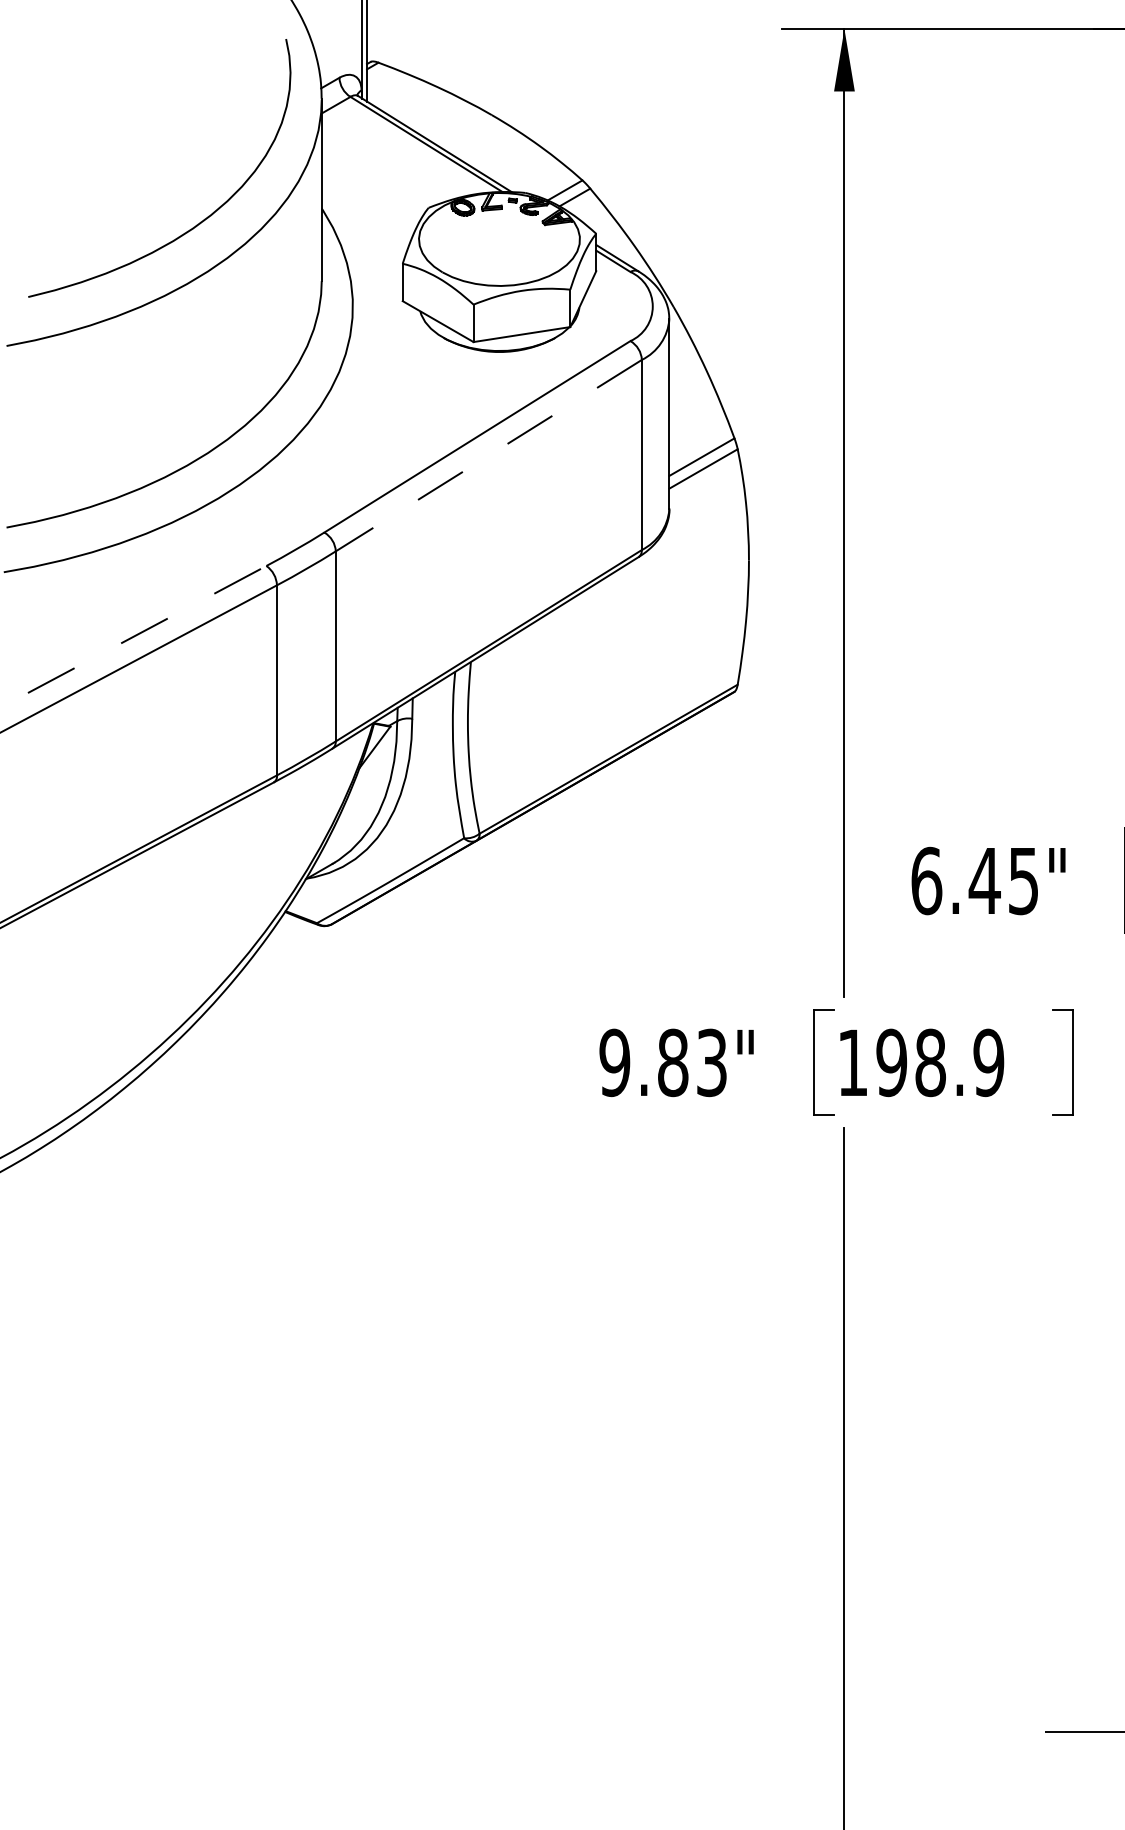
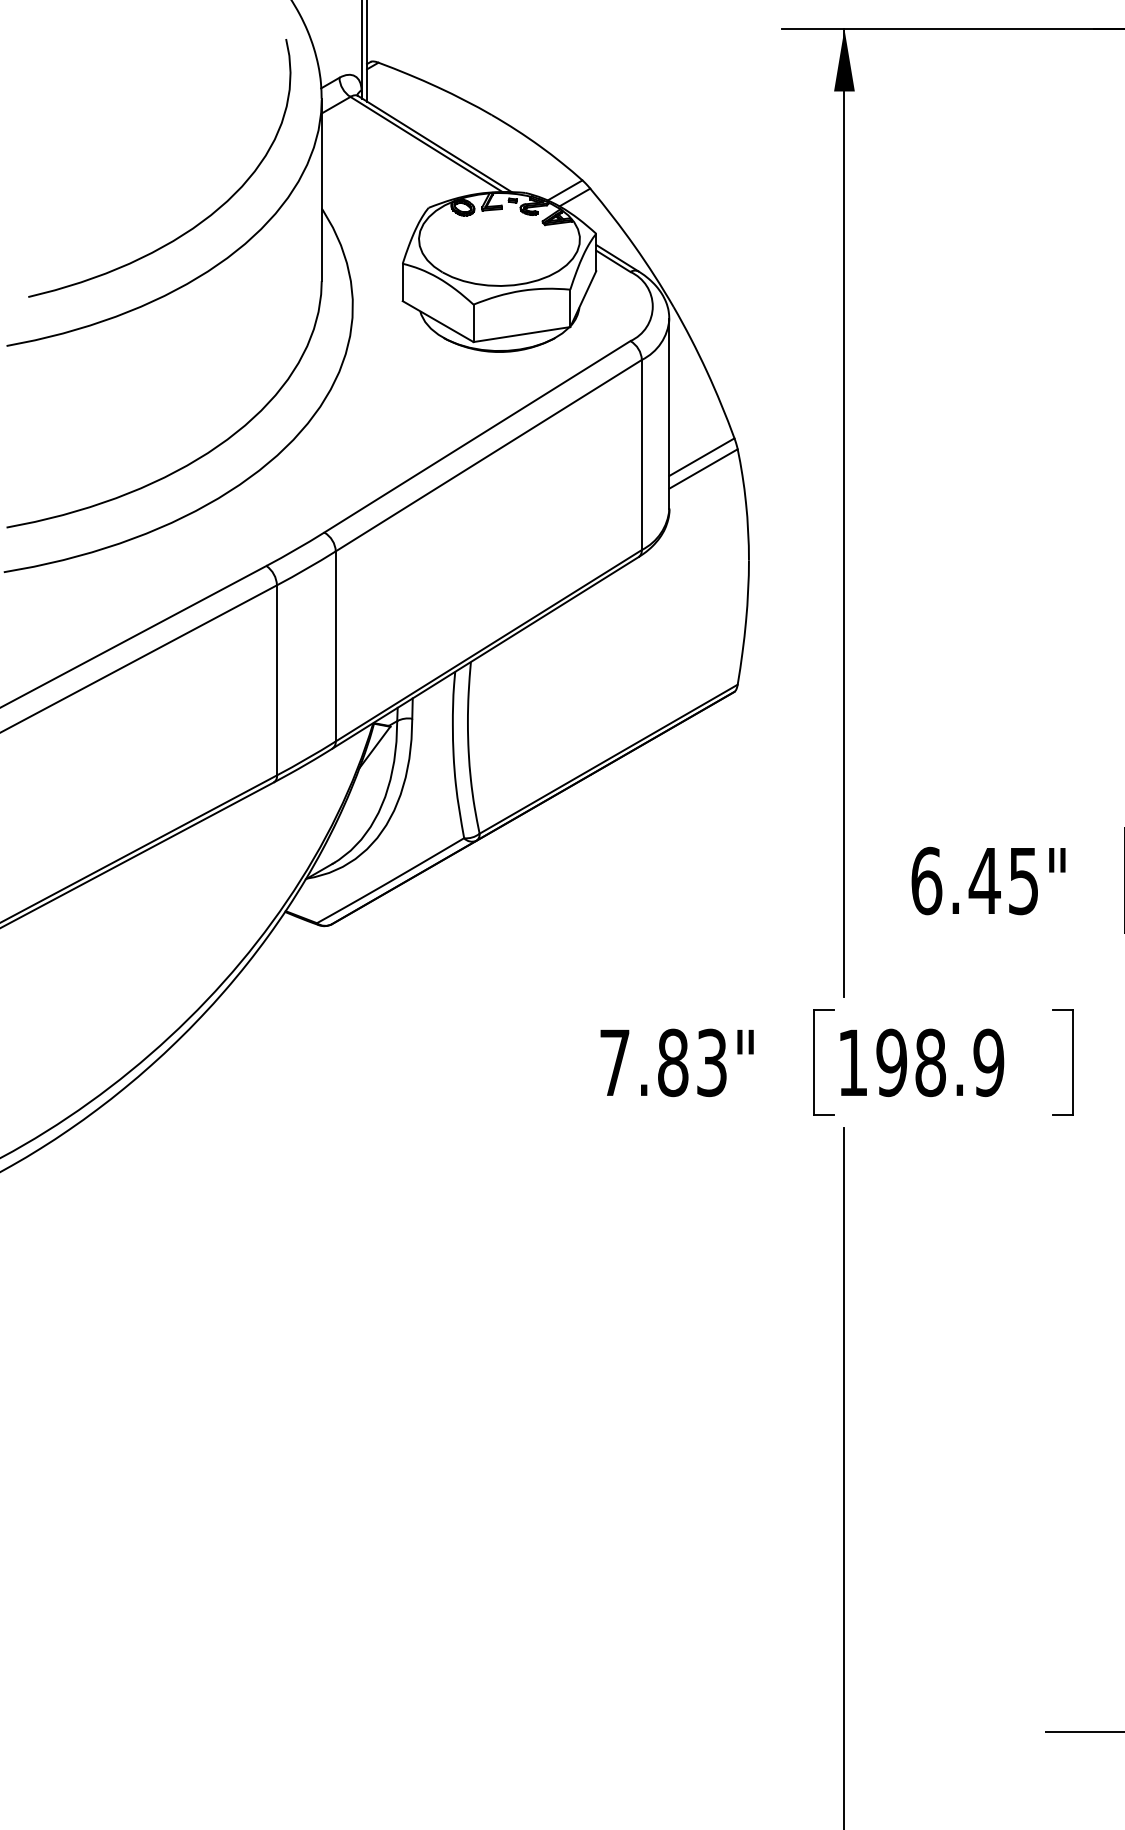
line at (488, 455): dashed -> solid
line at (133, 636): dashed -> solid
text at (614, 1062): 9.83" -> 7.83"
